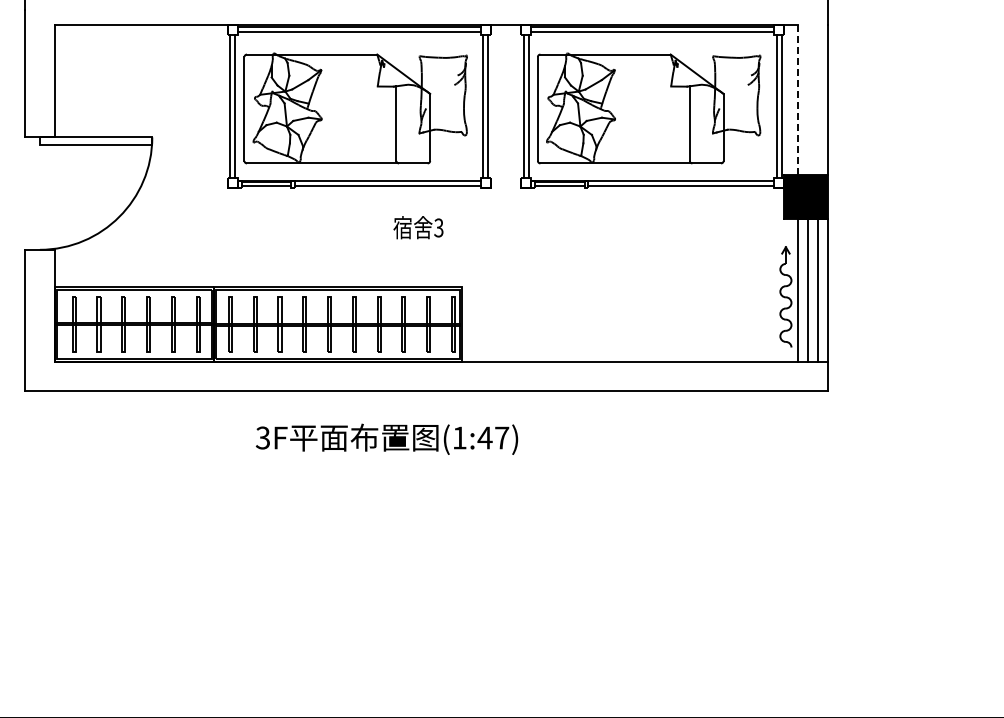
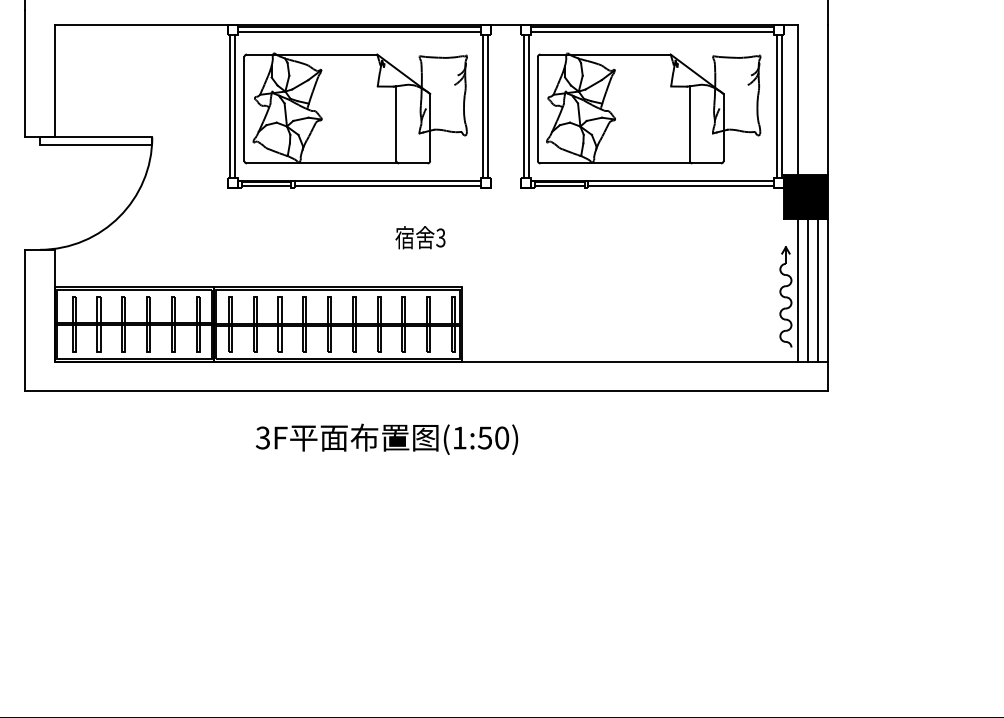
line at (798, 100): dashed -> solid
text at (418, 227) position: (418, 227) -> (420, 237)
text at (493, 437): (1:47) -> (1:50)
